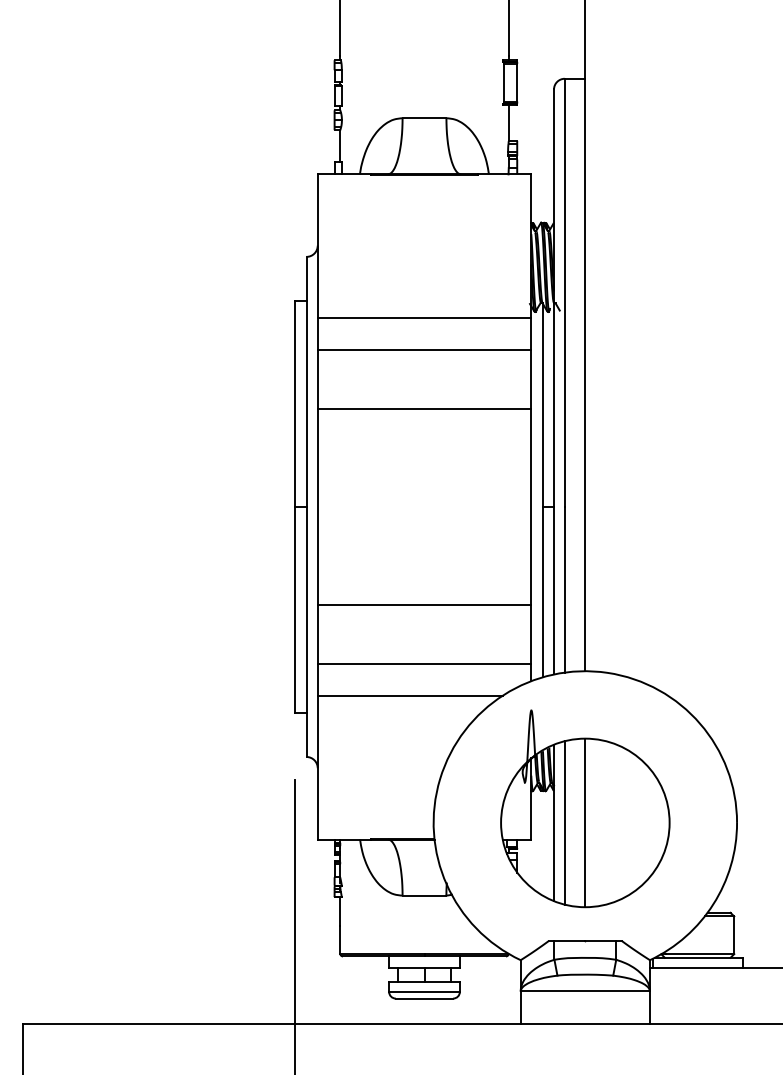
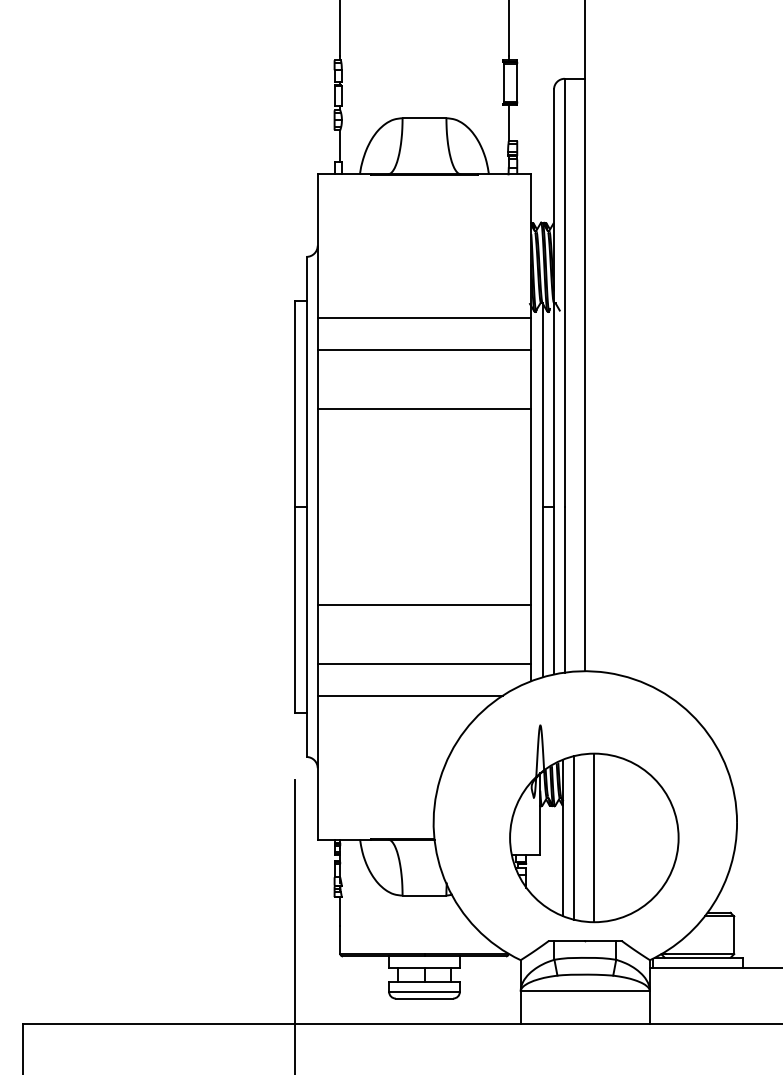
part at (585, 808) position: (585, 808) -> (594, 823)
